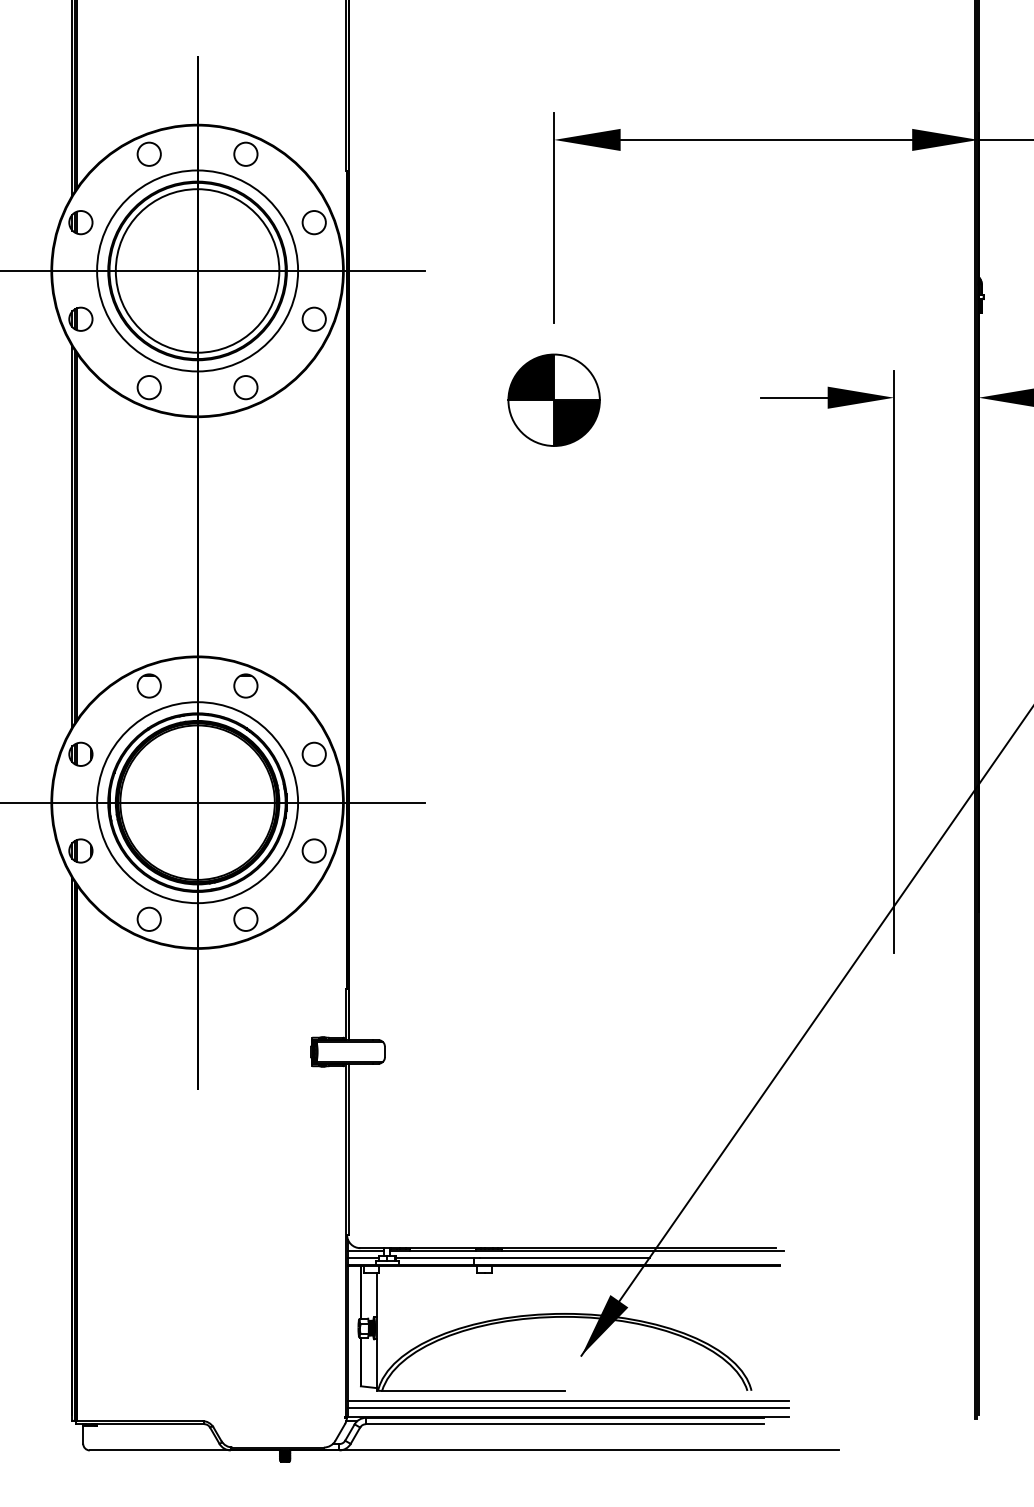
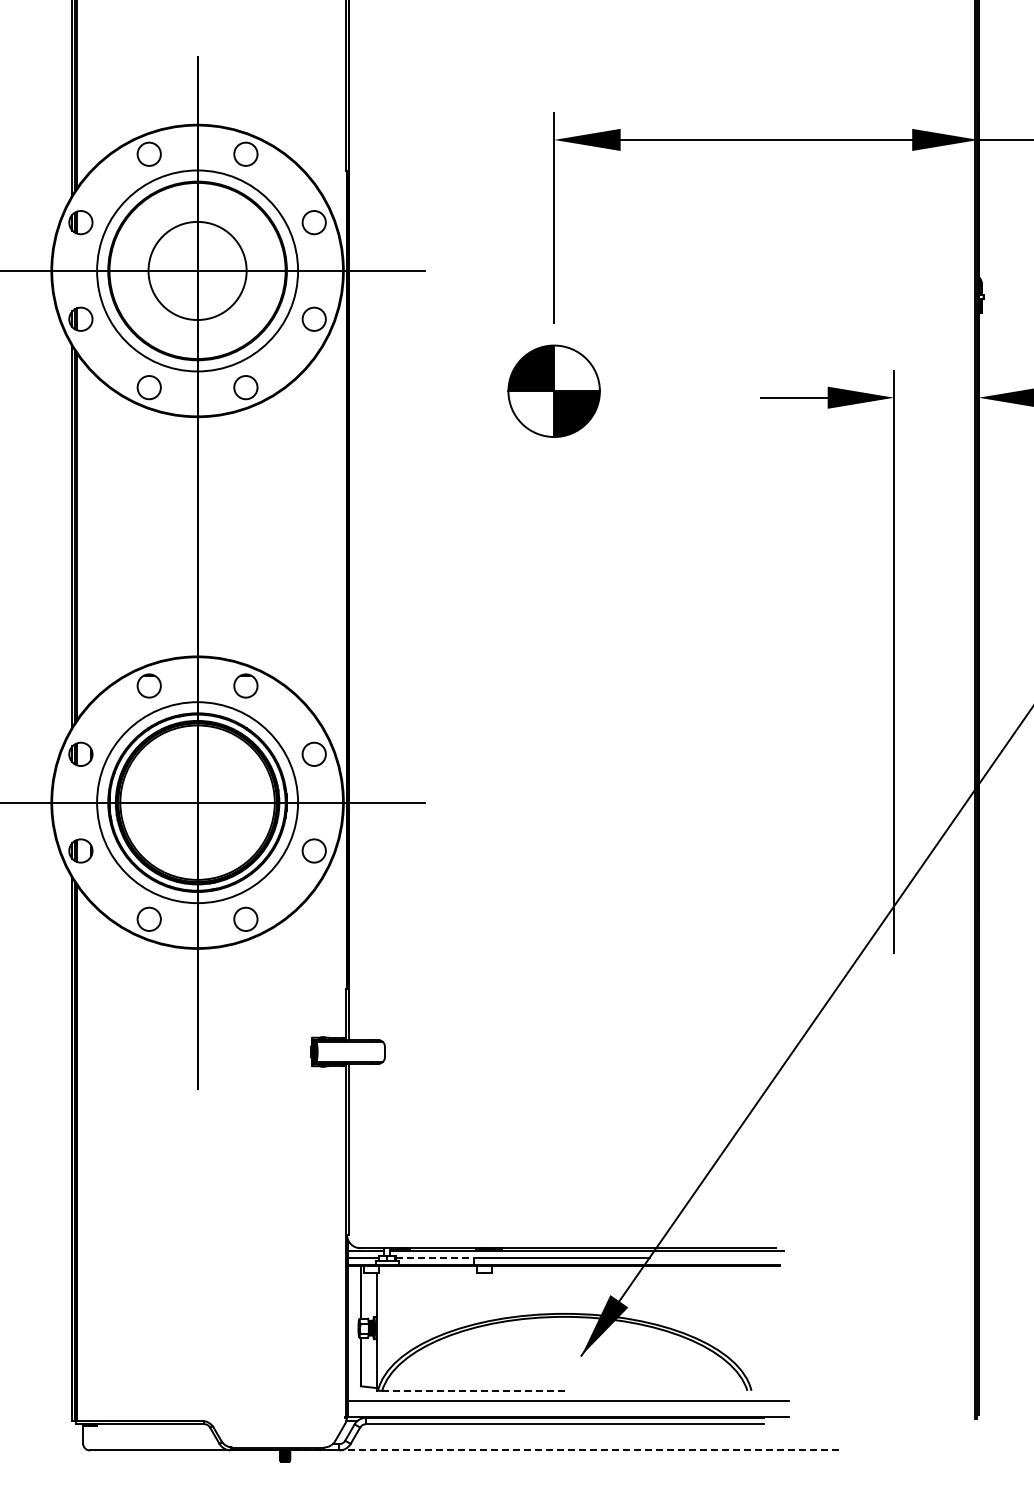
circle at (197, 270) diameter: 164 px -> 98 px
part at (553, 399) position: (553, 399) -> (553, 390)
line at (434, 1257): solid -> dashed
line at (472, 1390): solid -> dashed
line at (568, 1407): present -> none
line at (564, 1450): solid -> dashed
